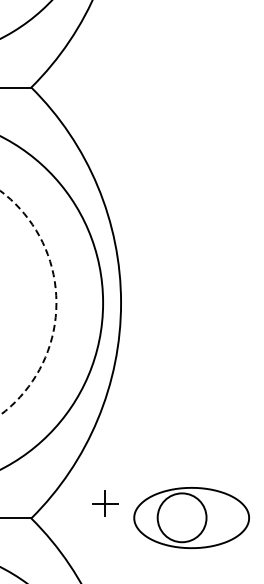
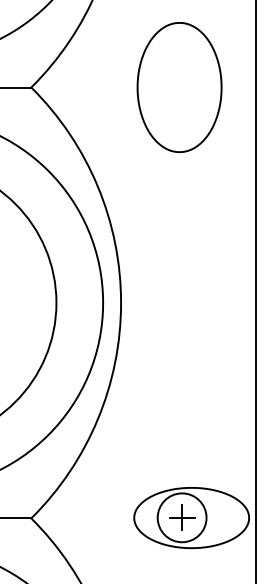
part at (179, 87): none -> present
line at (256, 291): none -> present
circle at (28, 302): dashed -> solid
part at (105, 503) position: (105, 503) -> (182, 517)
